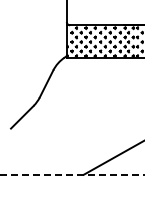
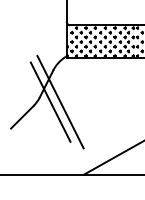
line at (50, 101): none -> present
line at (60, 101): none -> present
line at (72, 174): dashed -> solid
